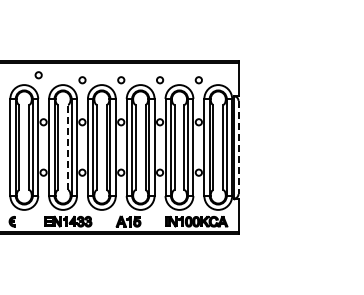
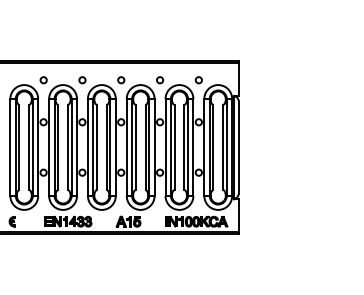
circle at (38, 75) position: (38, 75) -> (43, 80)
line at (67, 147): dashed -> solid
line at (238, 147): dashed -> solid
